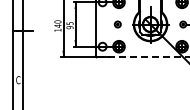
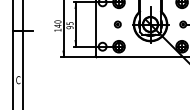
line at (143, 57): dashed -> solid
